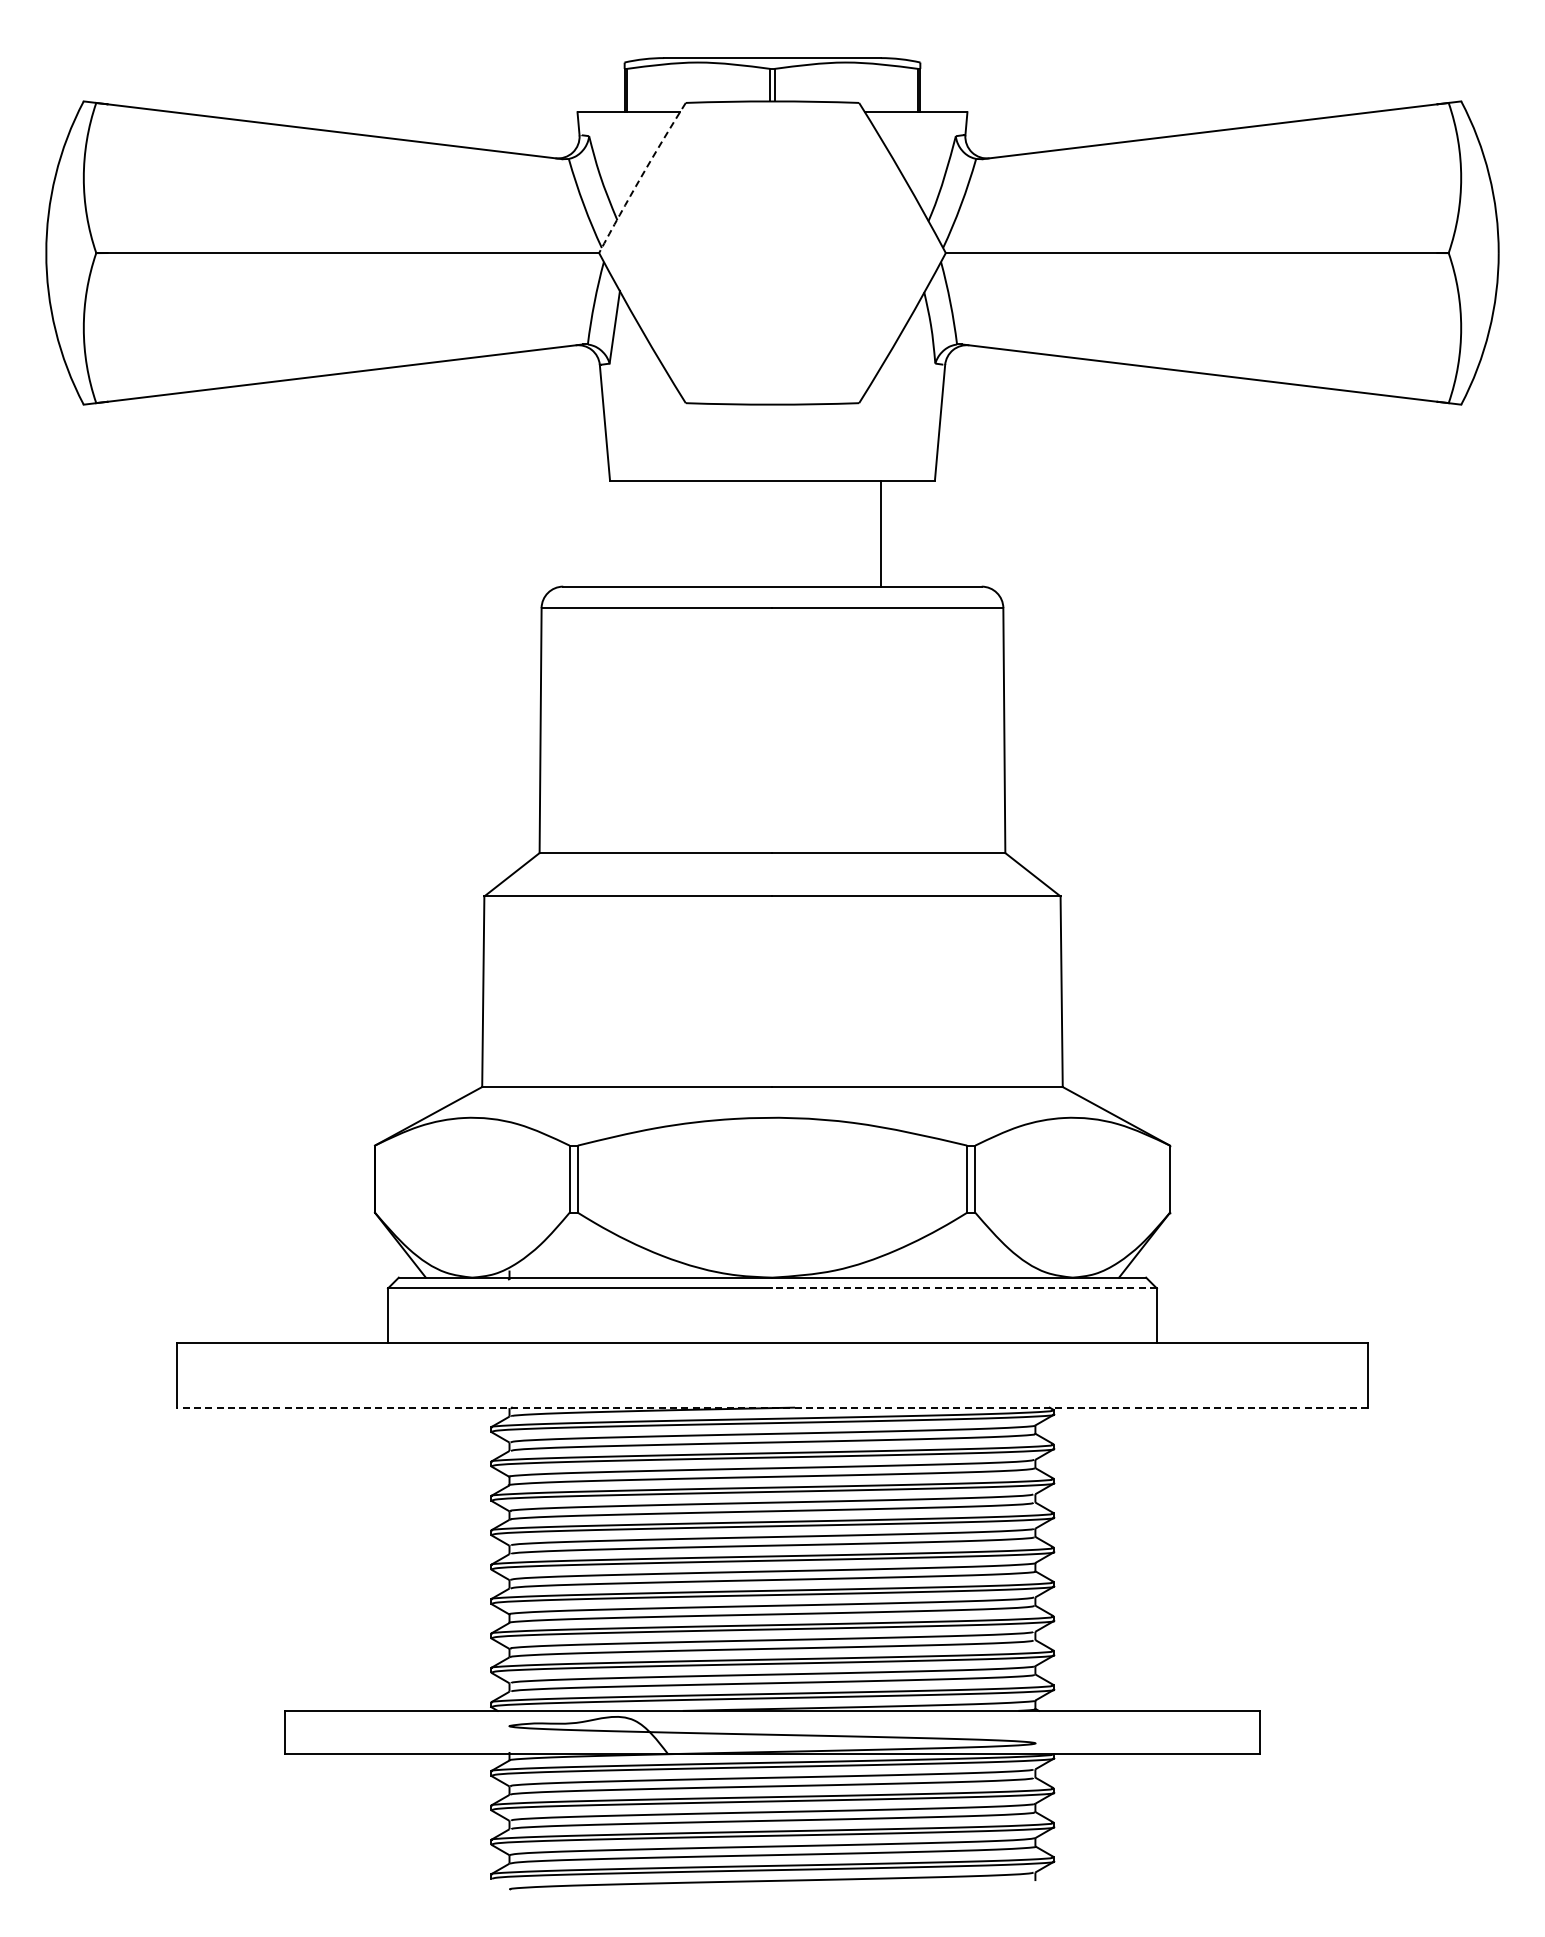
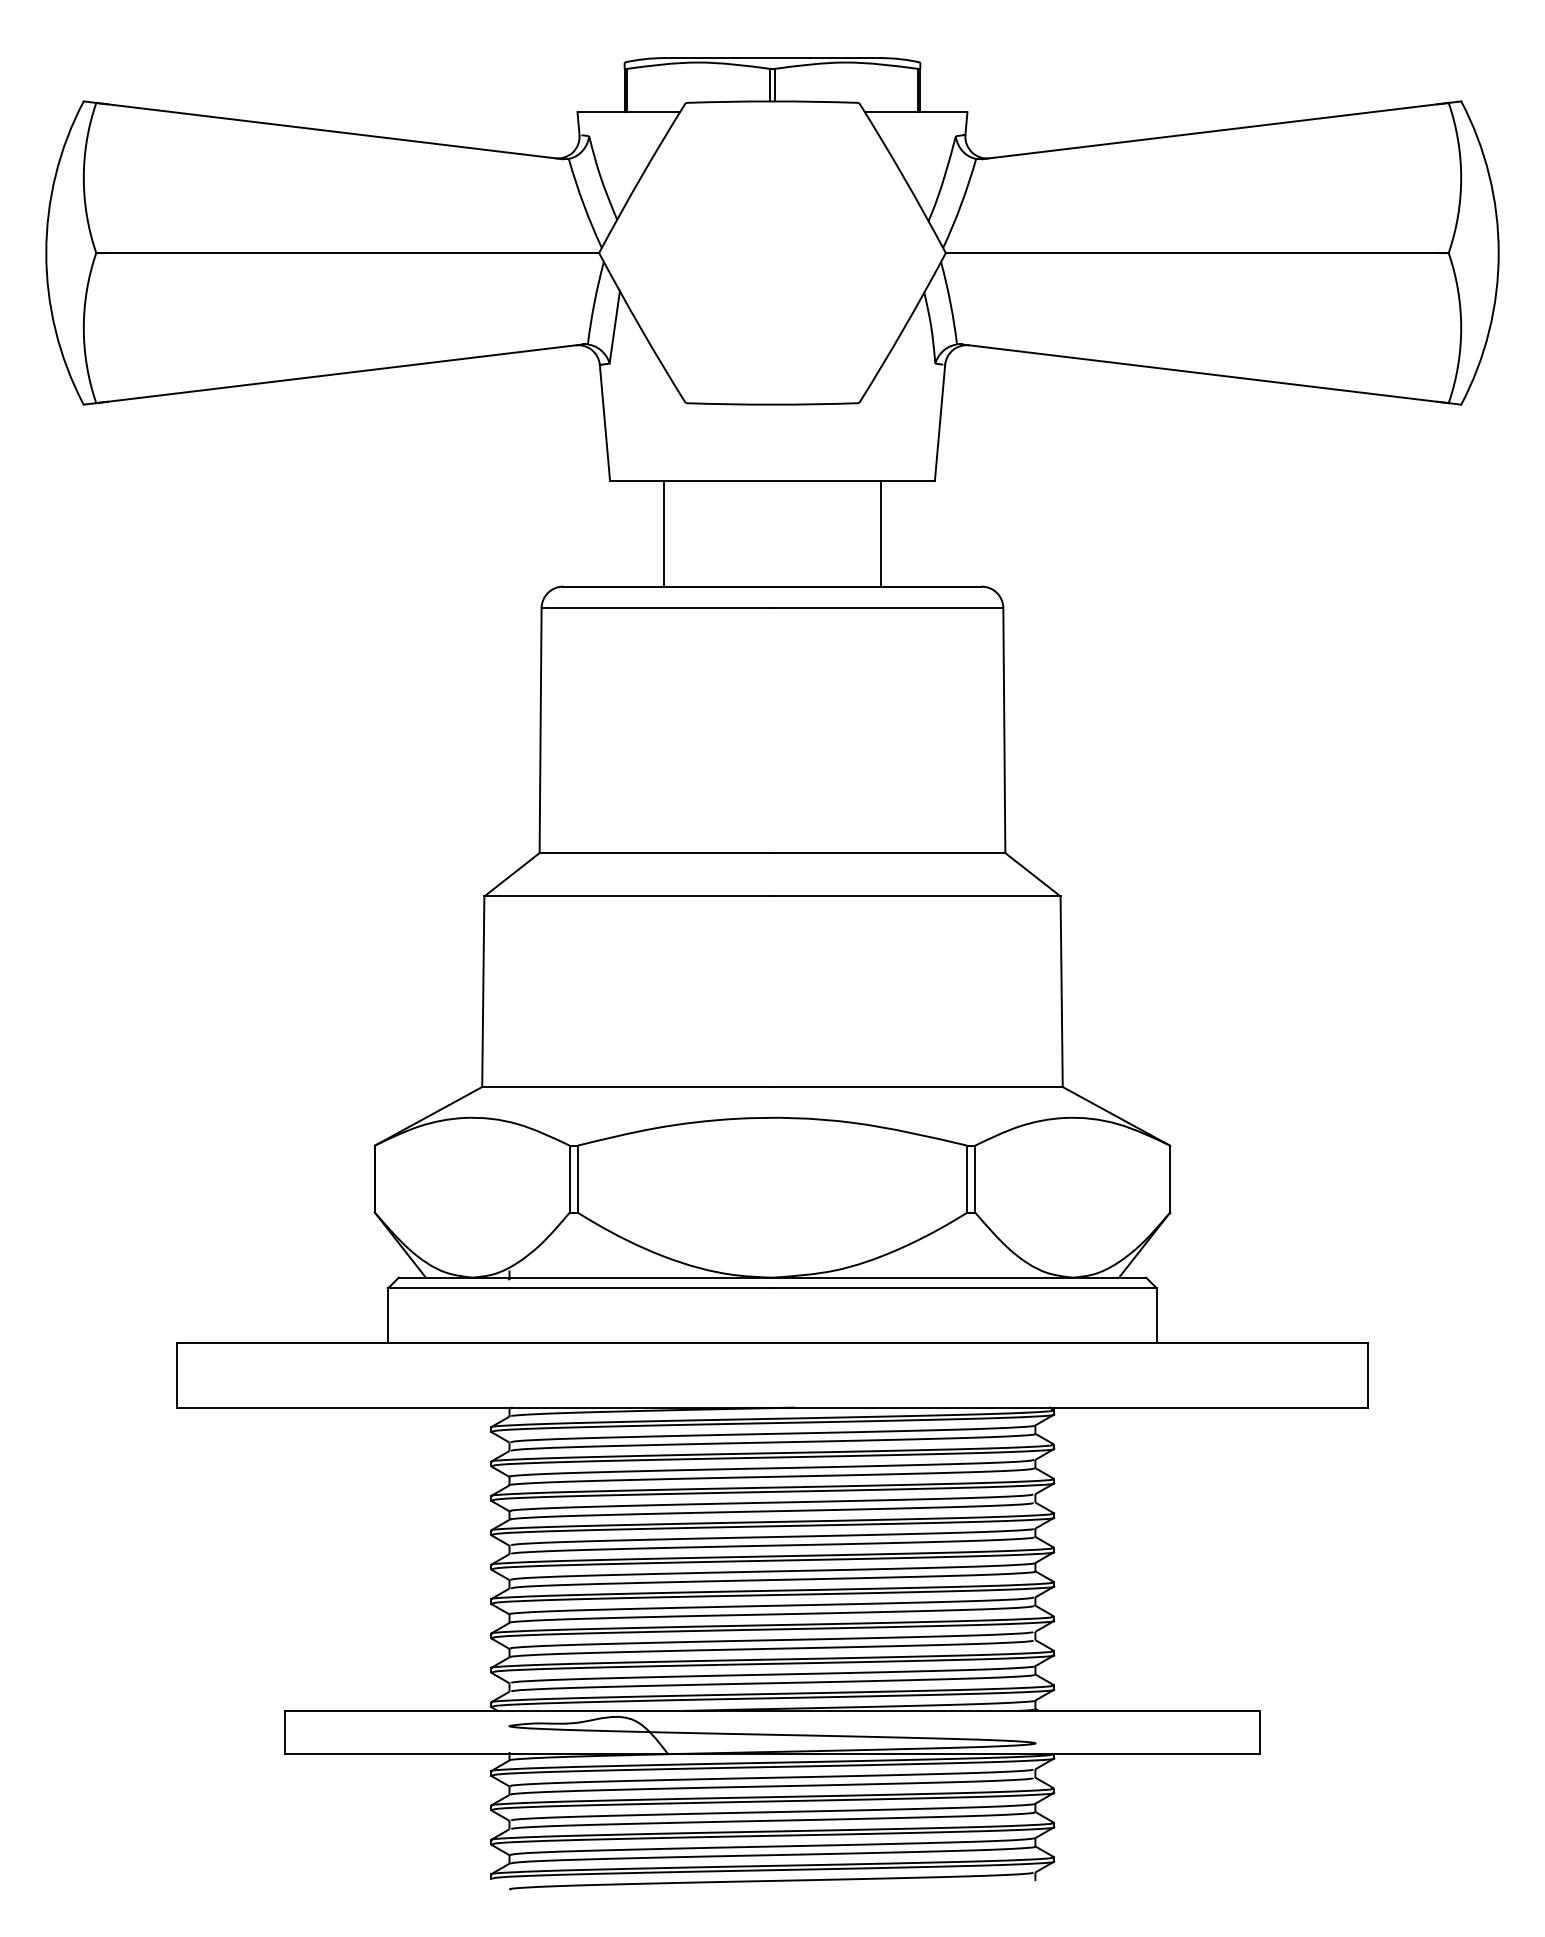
arc at (641, 177): dashed -> solid
line at (664, 533): none -> present
line at (964, 1288): dashed -> solid
line at (772, 1407): dashed -> solid
